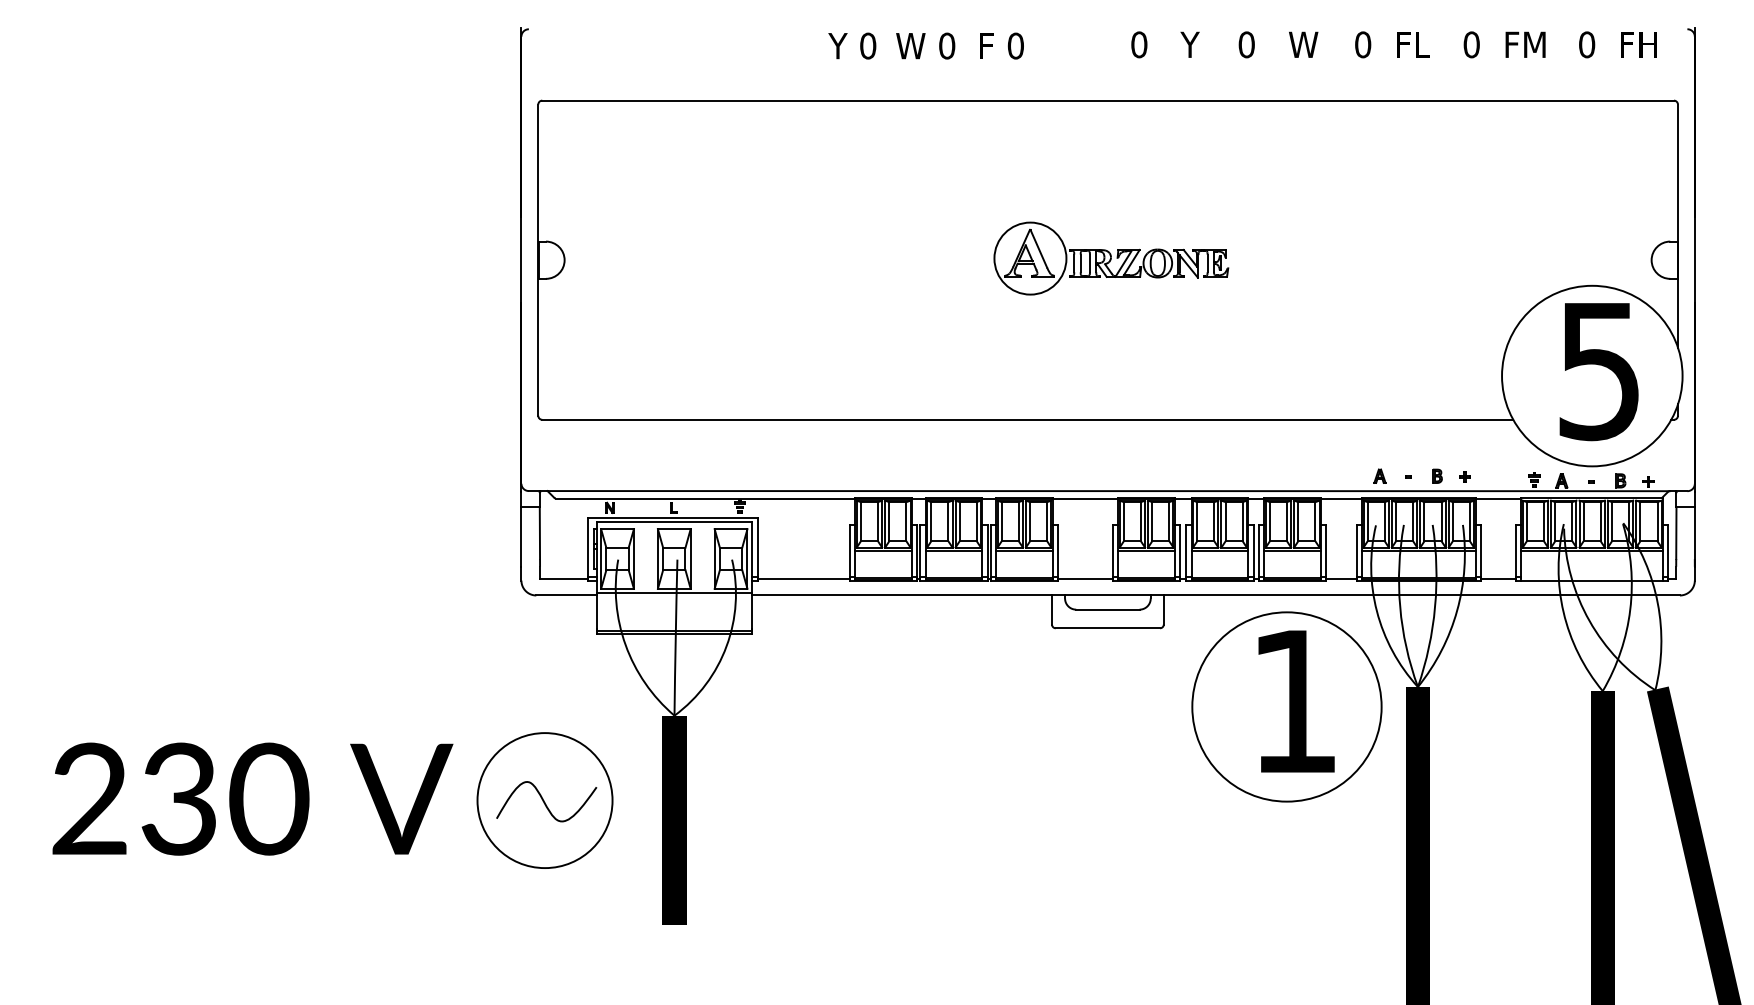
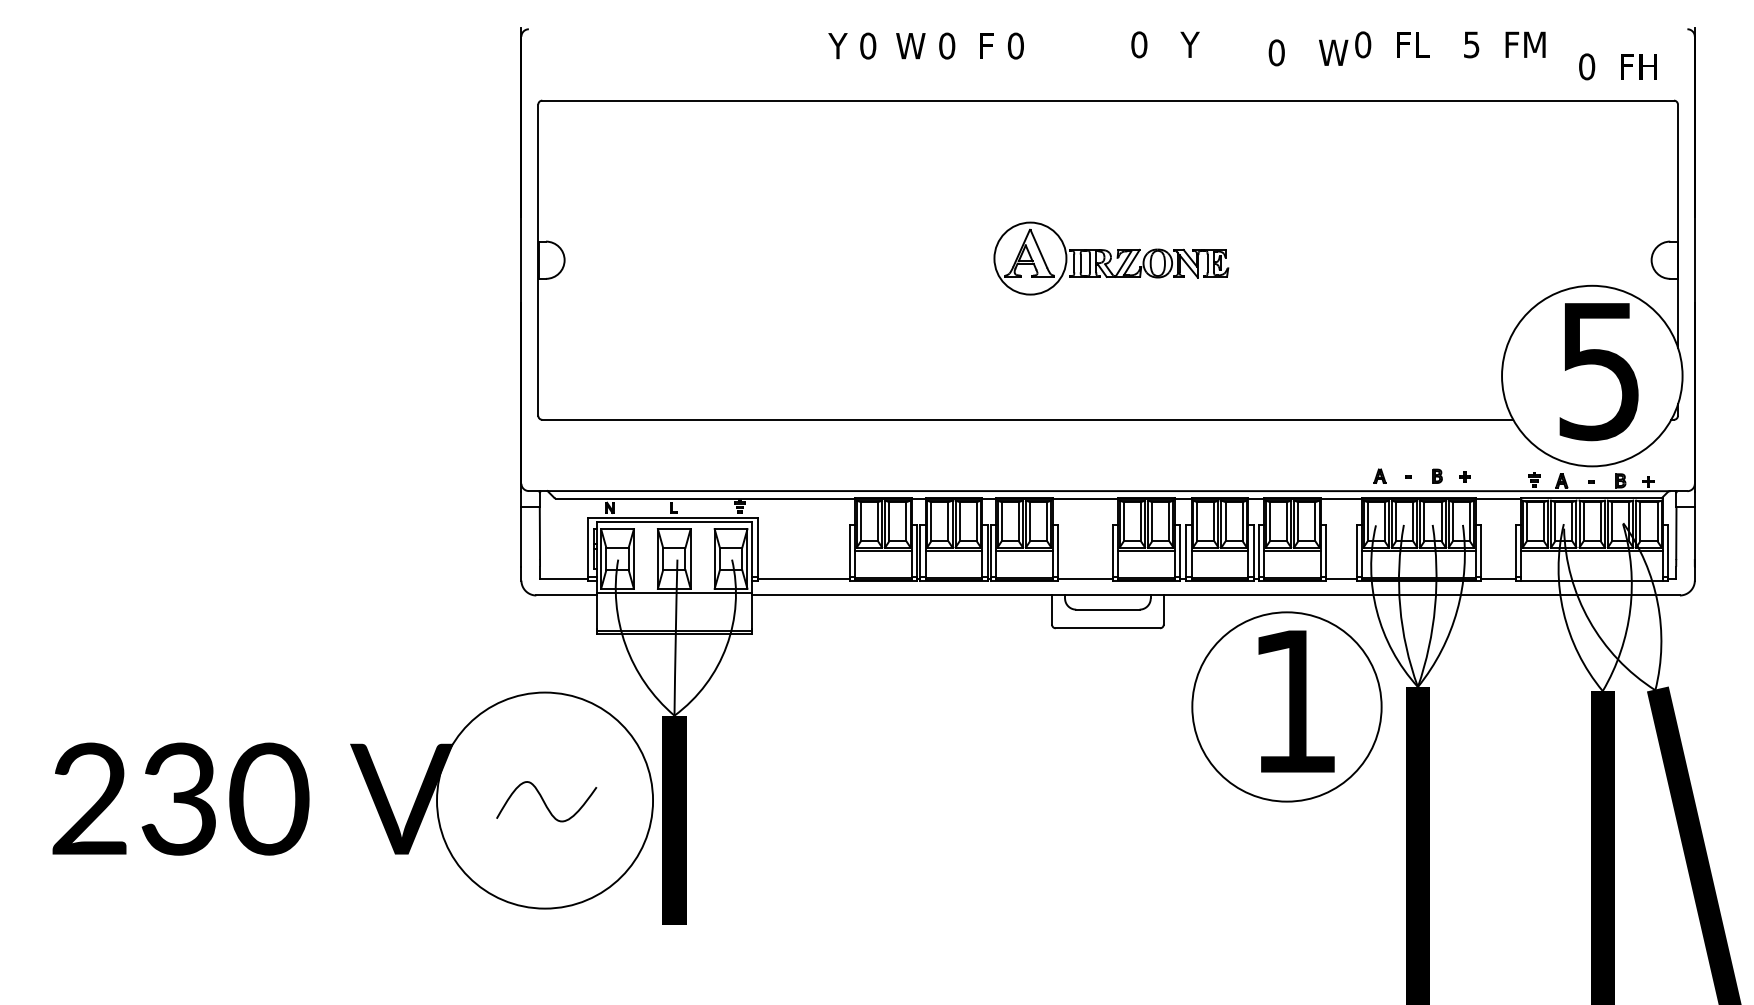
text at (1278, 44) position: (1278, 44) -> (1308, 52)
text at (1471, 44): 0 -> 5
text at (1617, 44) position: (1617, 44) -> (1617, 66)
circle at (544, 800) diameter: 135 px -> 216 px
